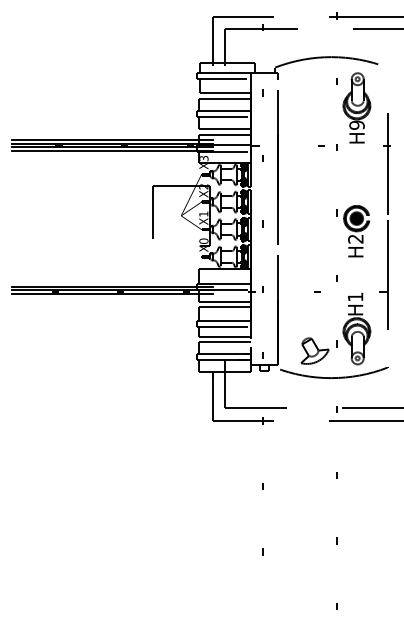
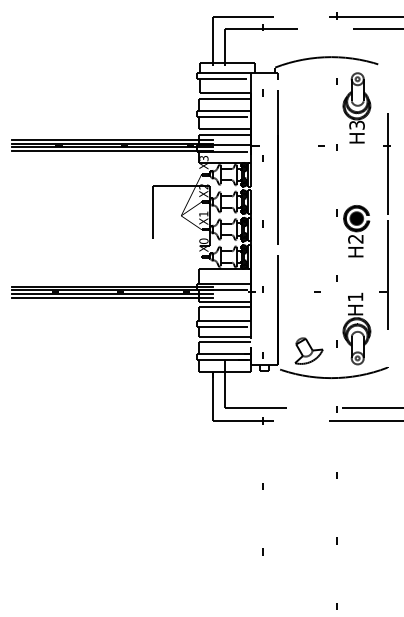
text at (356, 124): H9 -> H3
line at (112, 297): none -> present
part at (314, 350) position: (314, 350) -> (308, 350)
